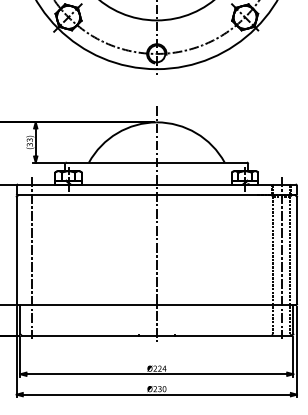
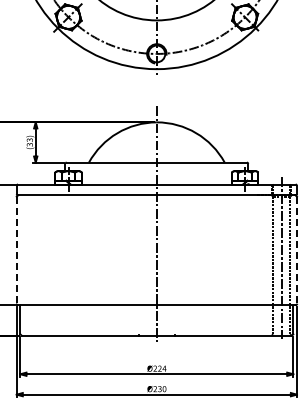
line at (16, 250): solid -> dashed
line at (296, 250): solid -> dashed
line at (31, 257): present -> none
